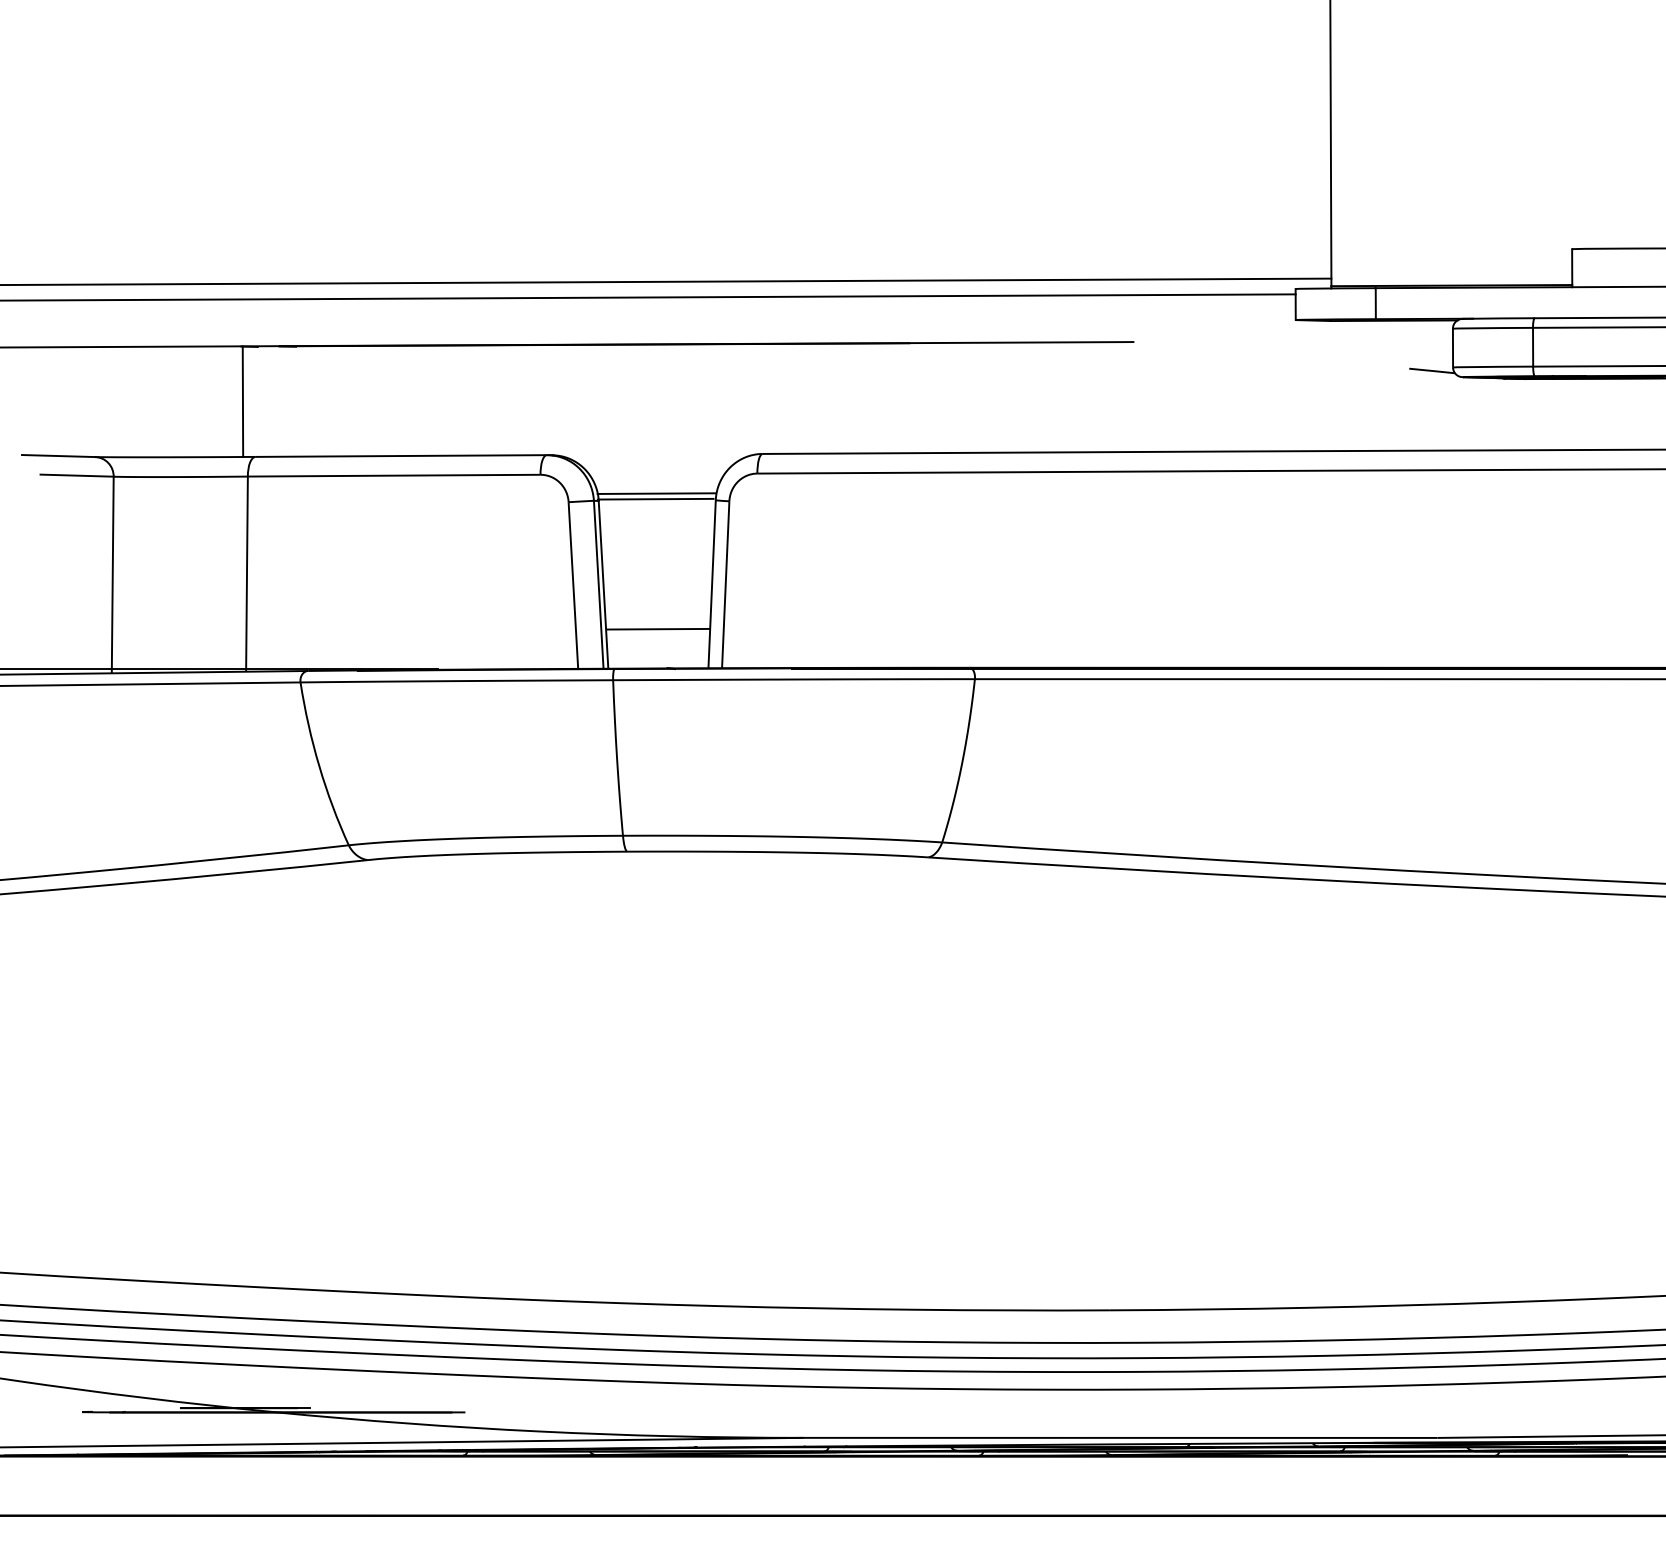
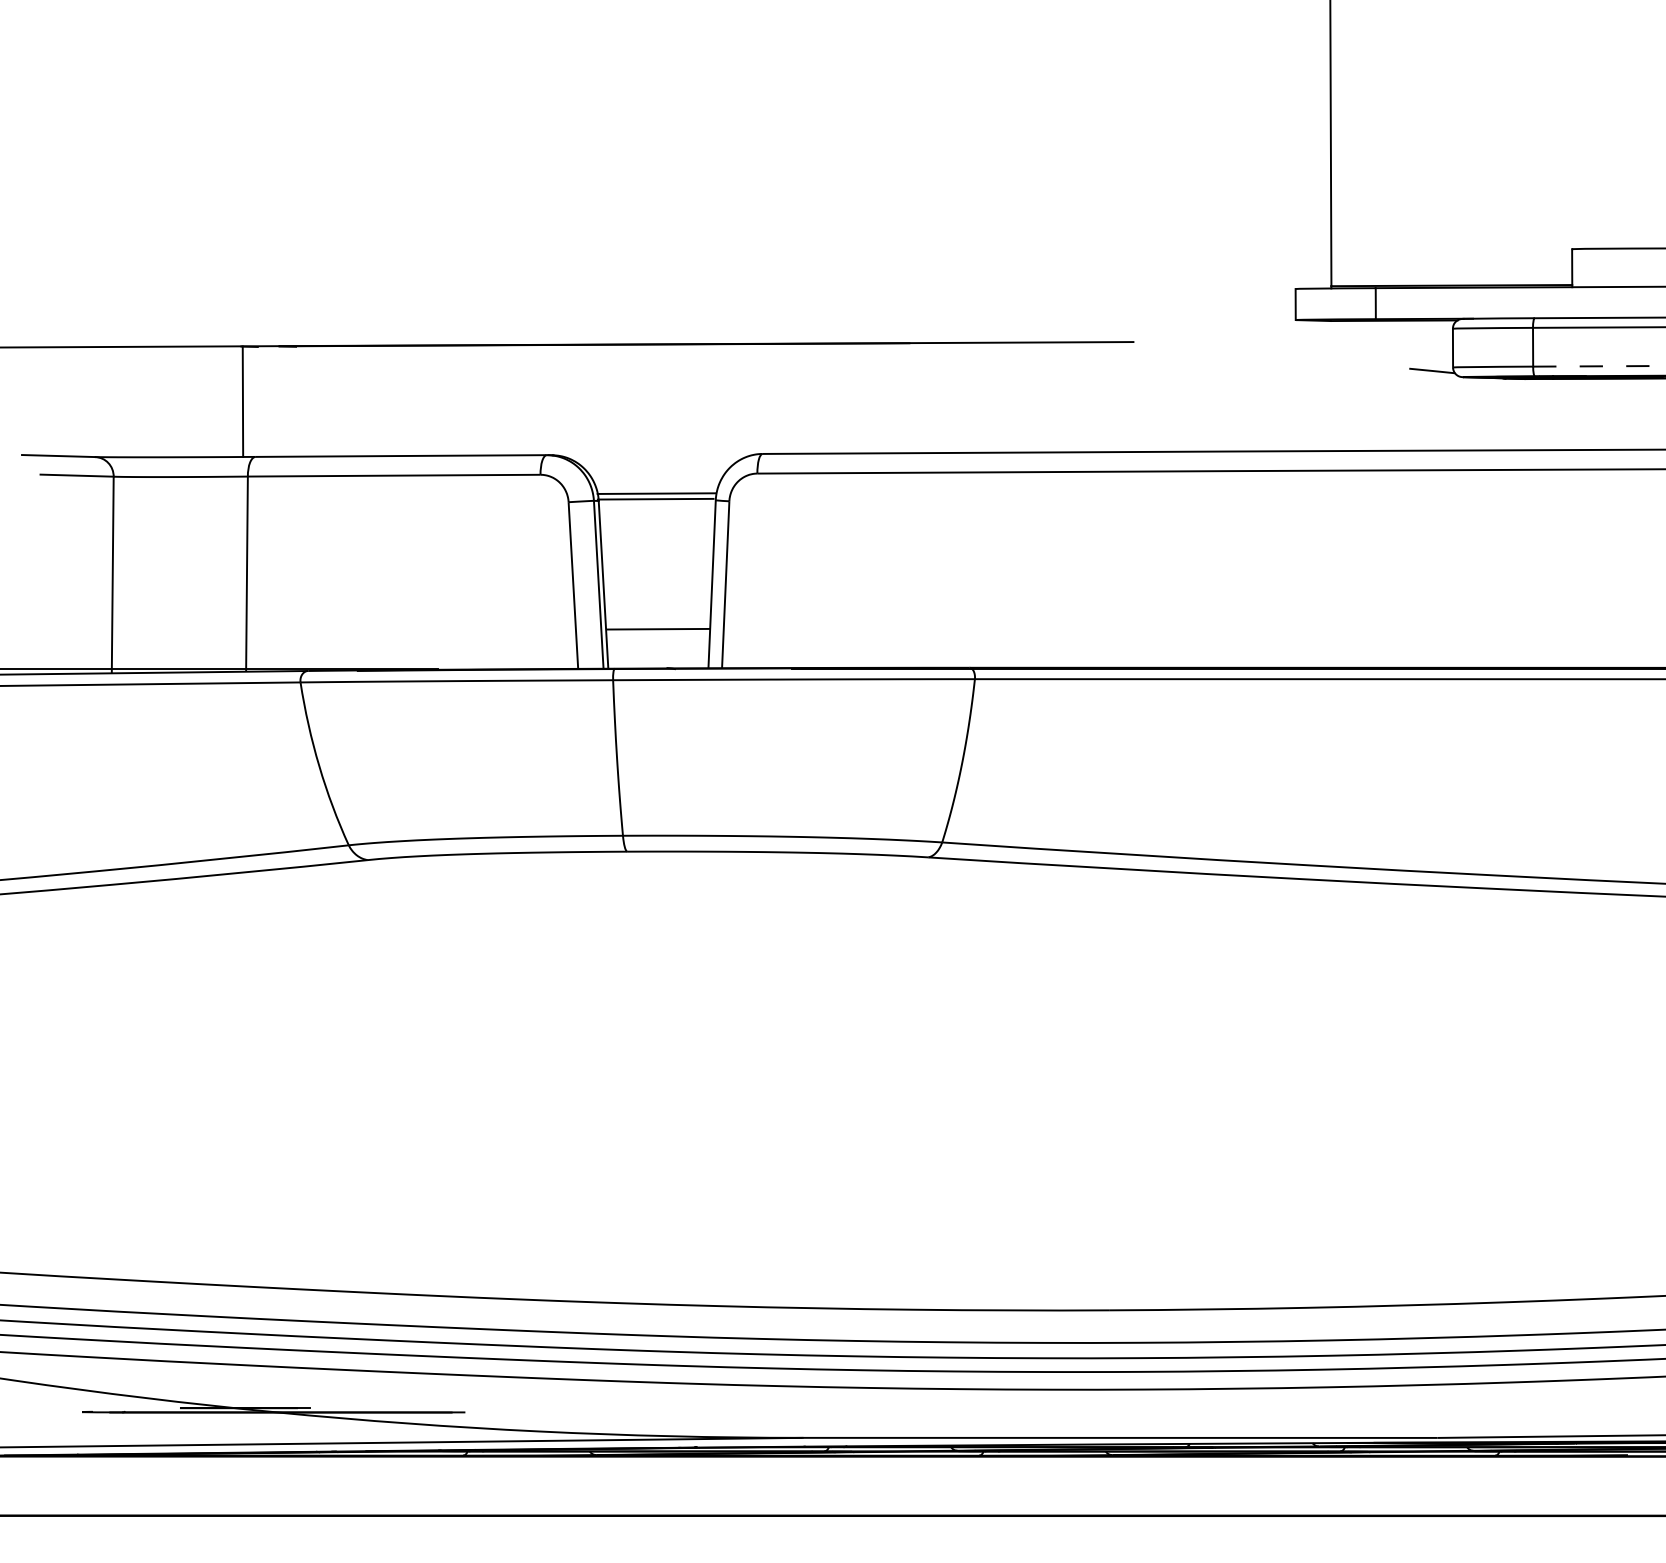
line at (666, 281): present -> none
line at (648, 297): present -> none
line at (1600, 366): solid -> dashed
